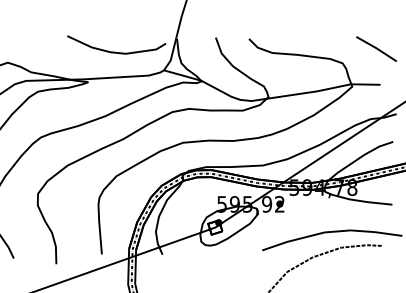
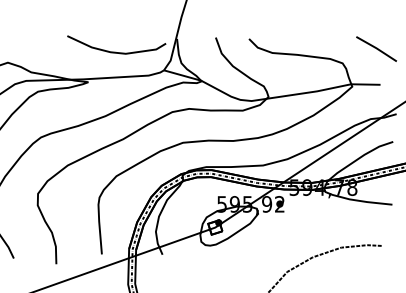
curve at (332, 232): present -> none
